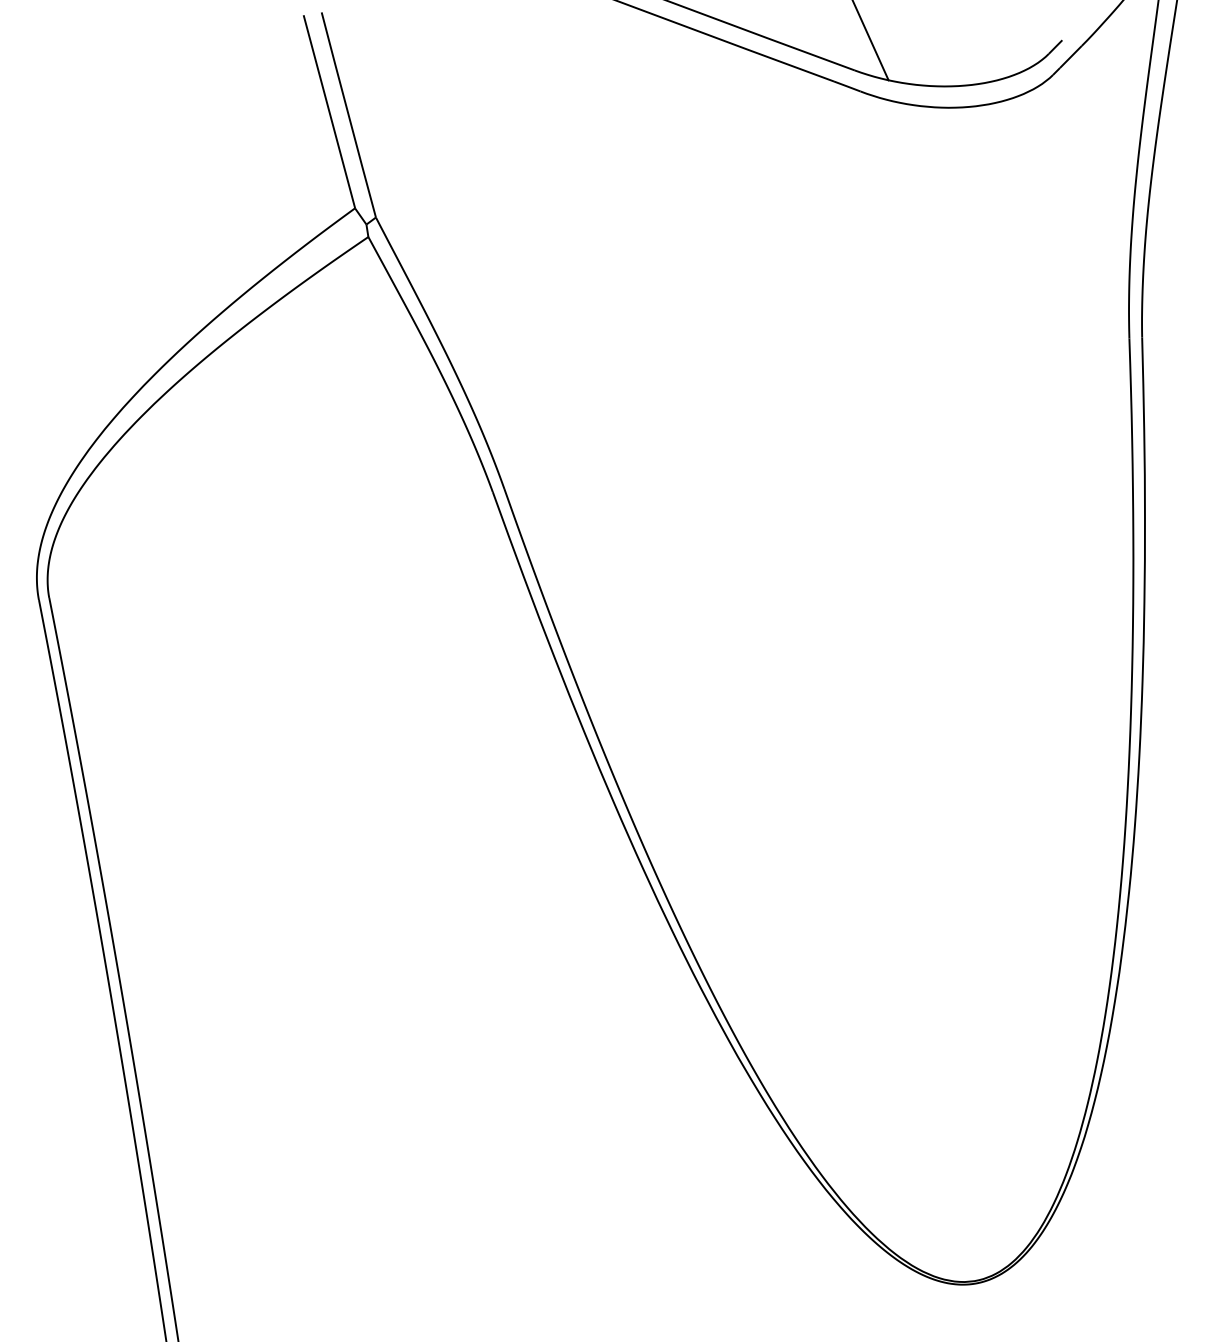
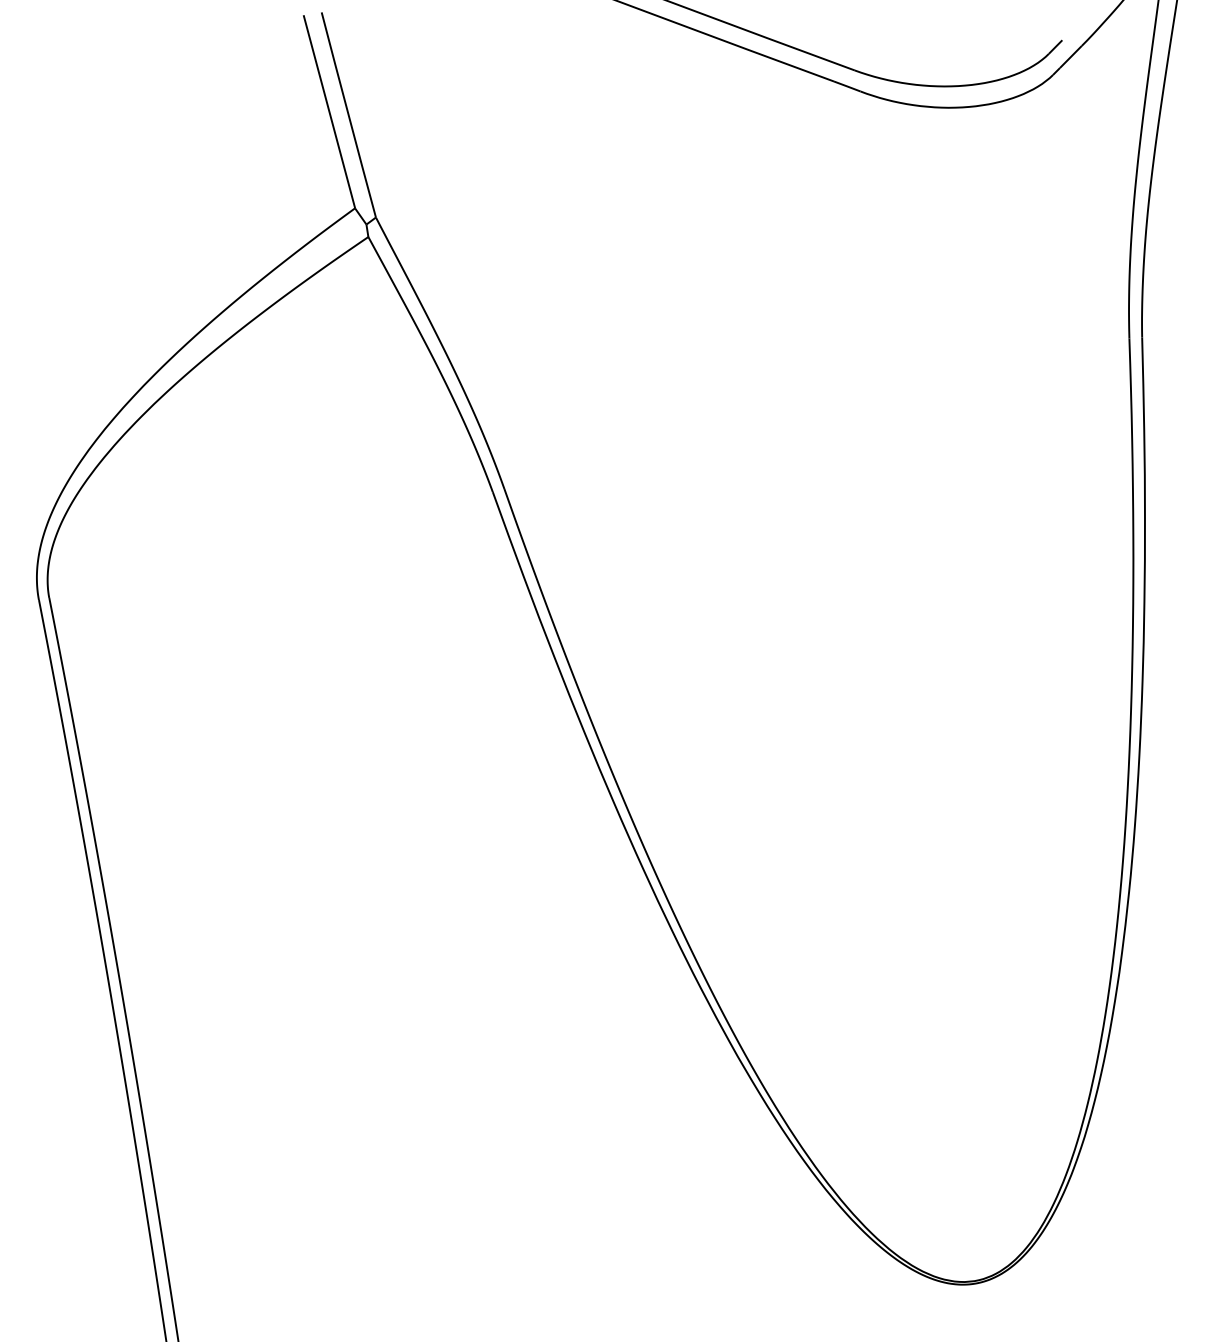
line at (870, 41): present -> none
